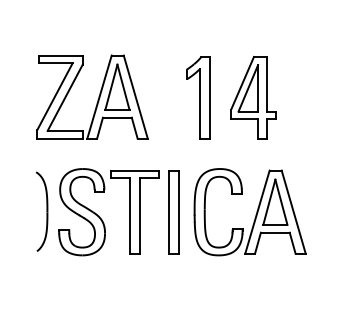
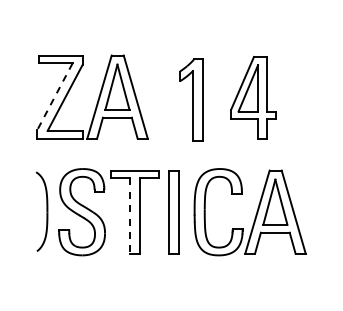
line at (54, 96): solid -> dashed
part at (198, 97) position: (198, 97) -> (191, 99)
line at (130, 216): solid -> dashed
